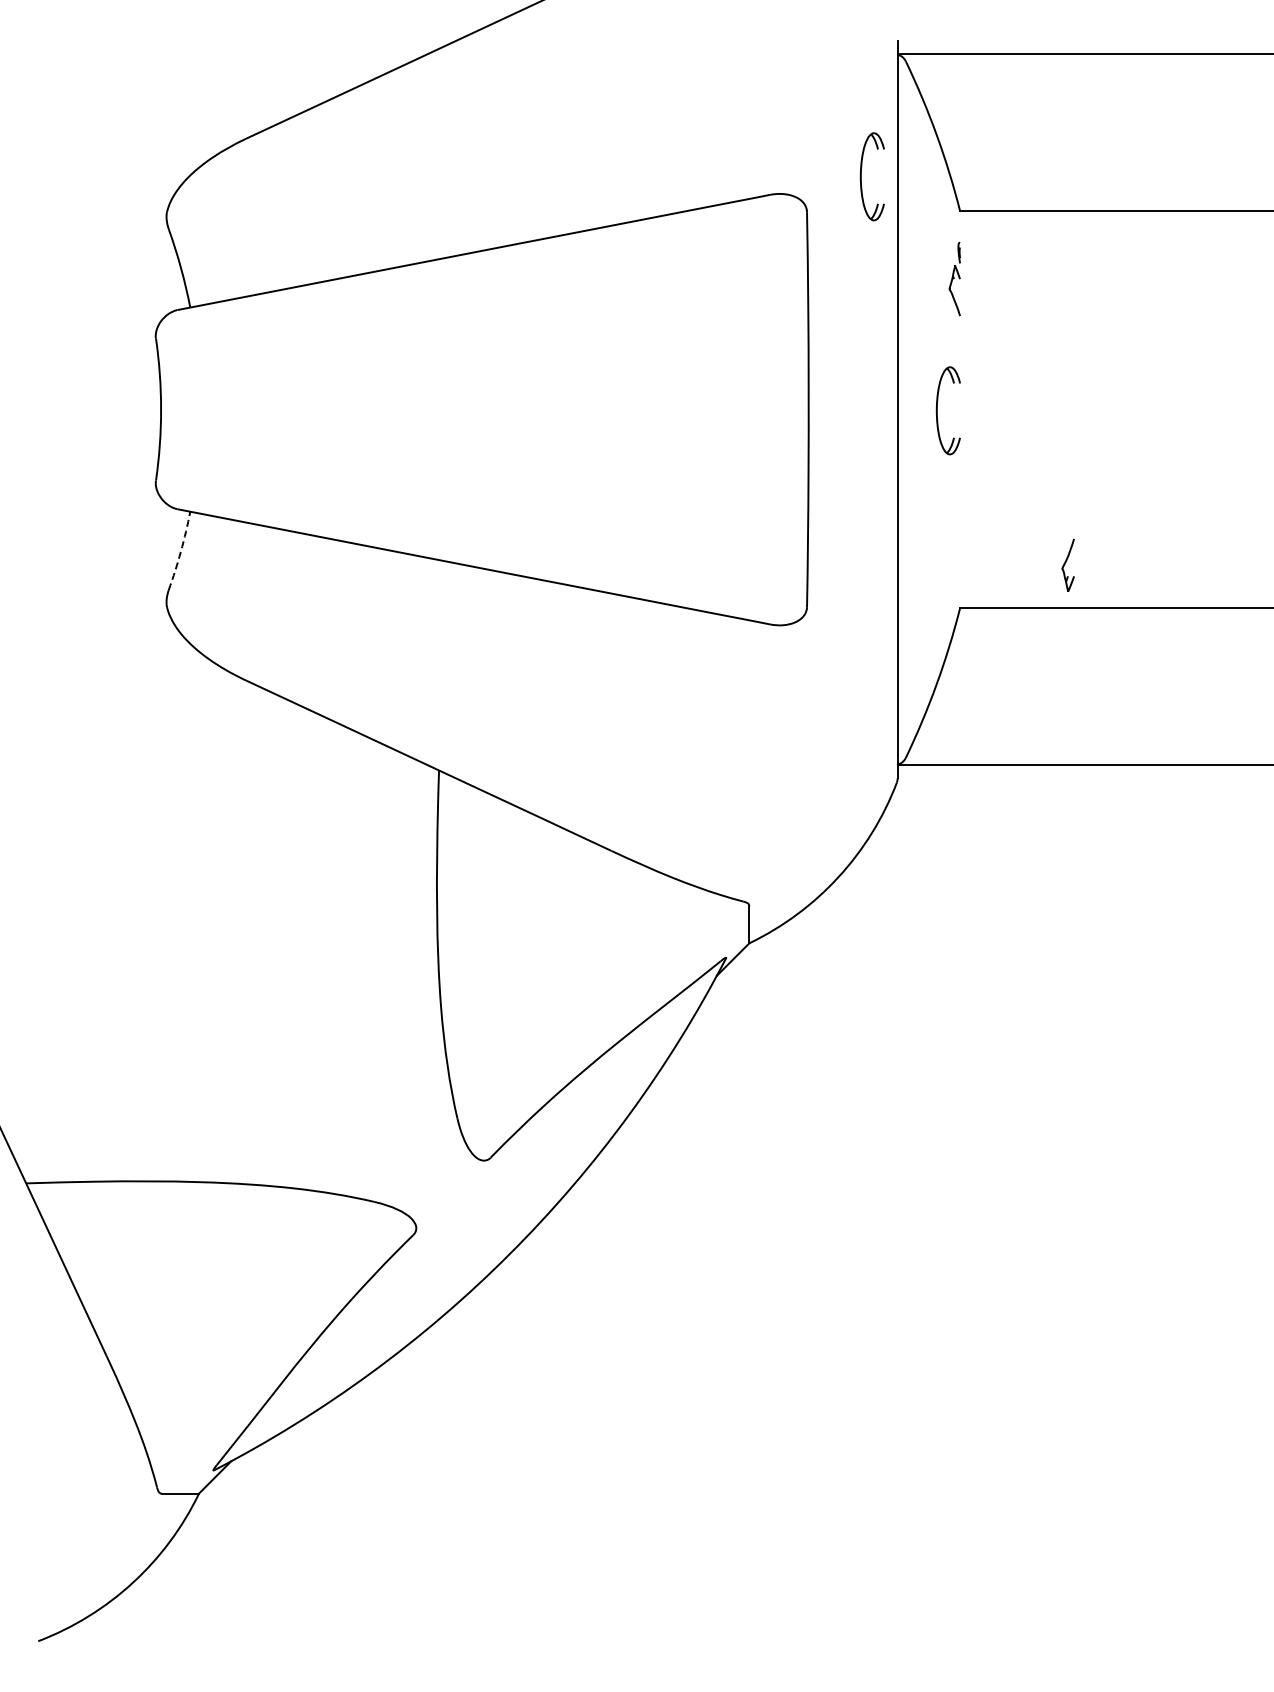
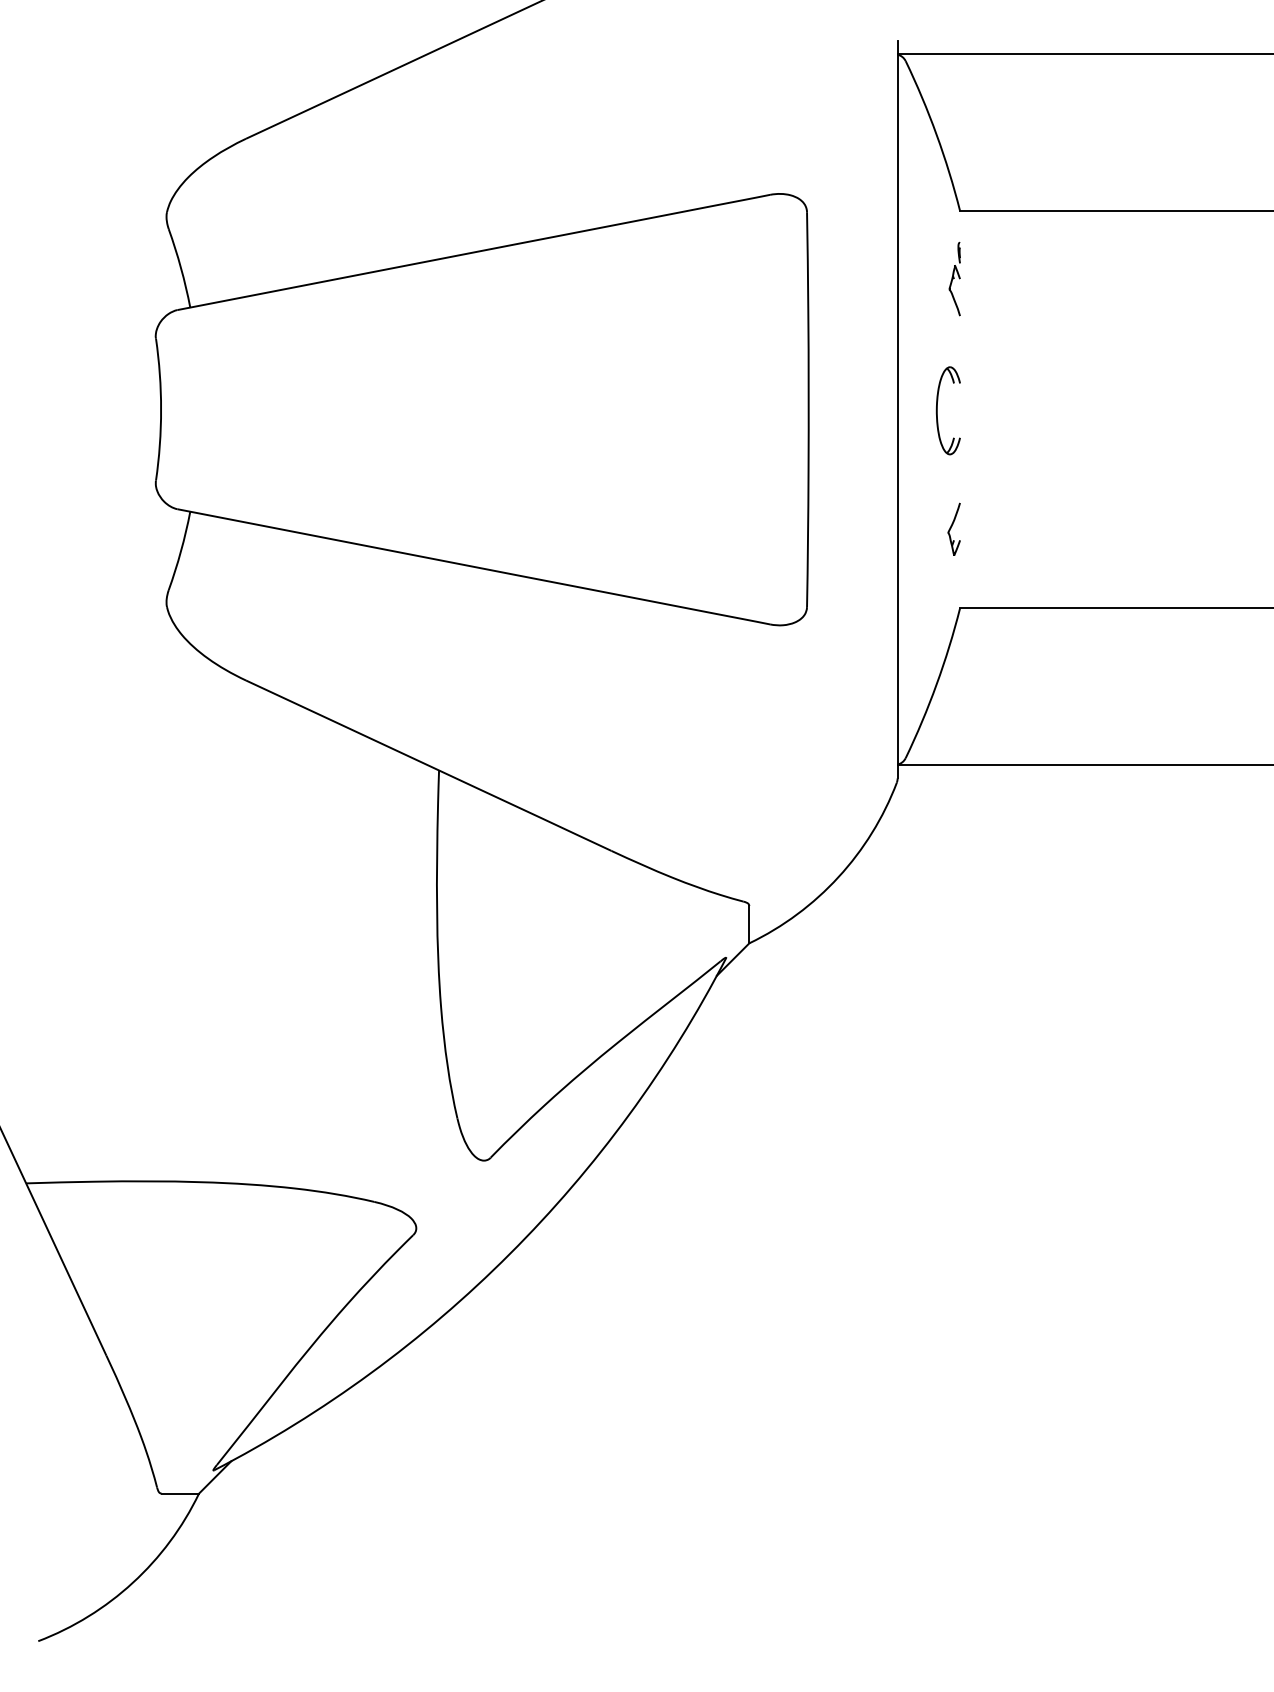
part at (861, 176): present -> none
arc at (181, 551): dashed -> solid
part at (1067, 564) position: (1067, 564) -> (953, 528)
